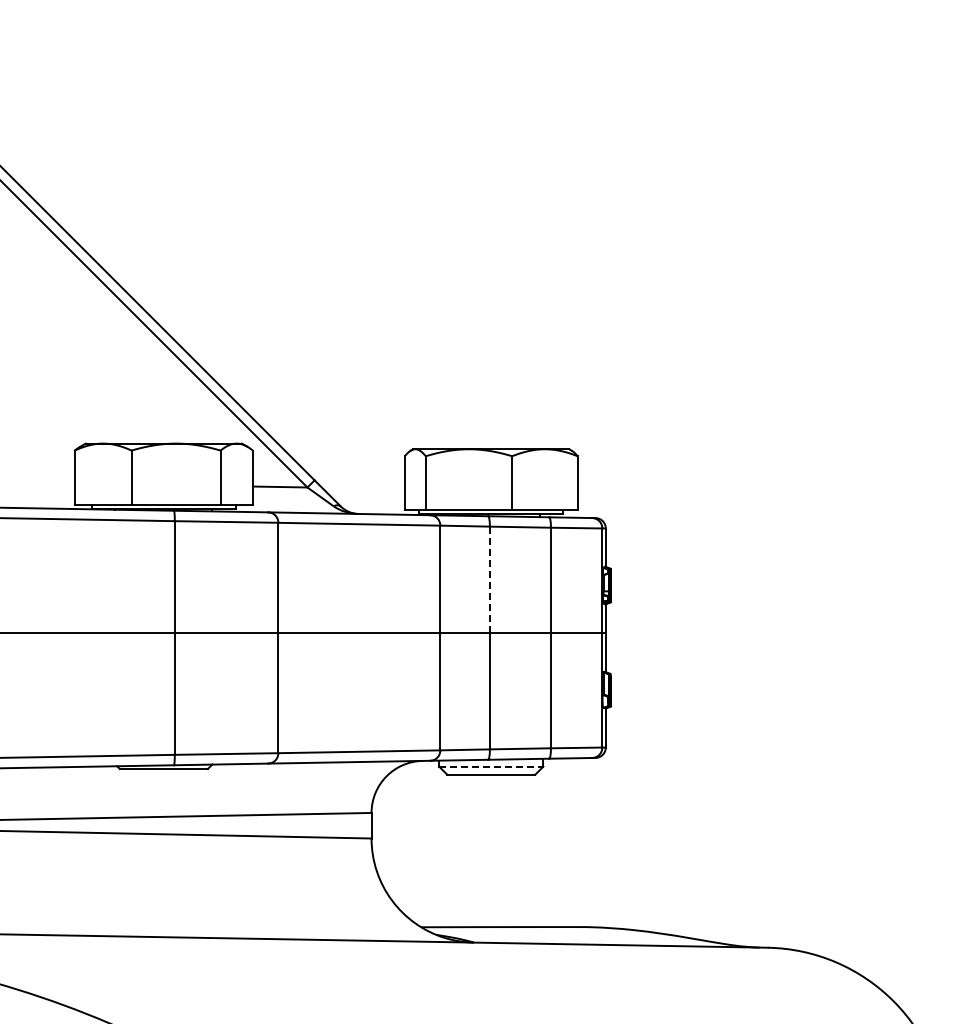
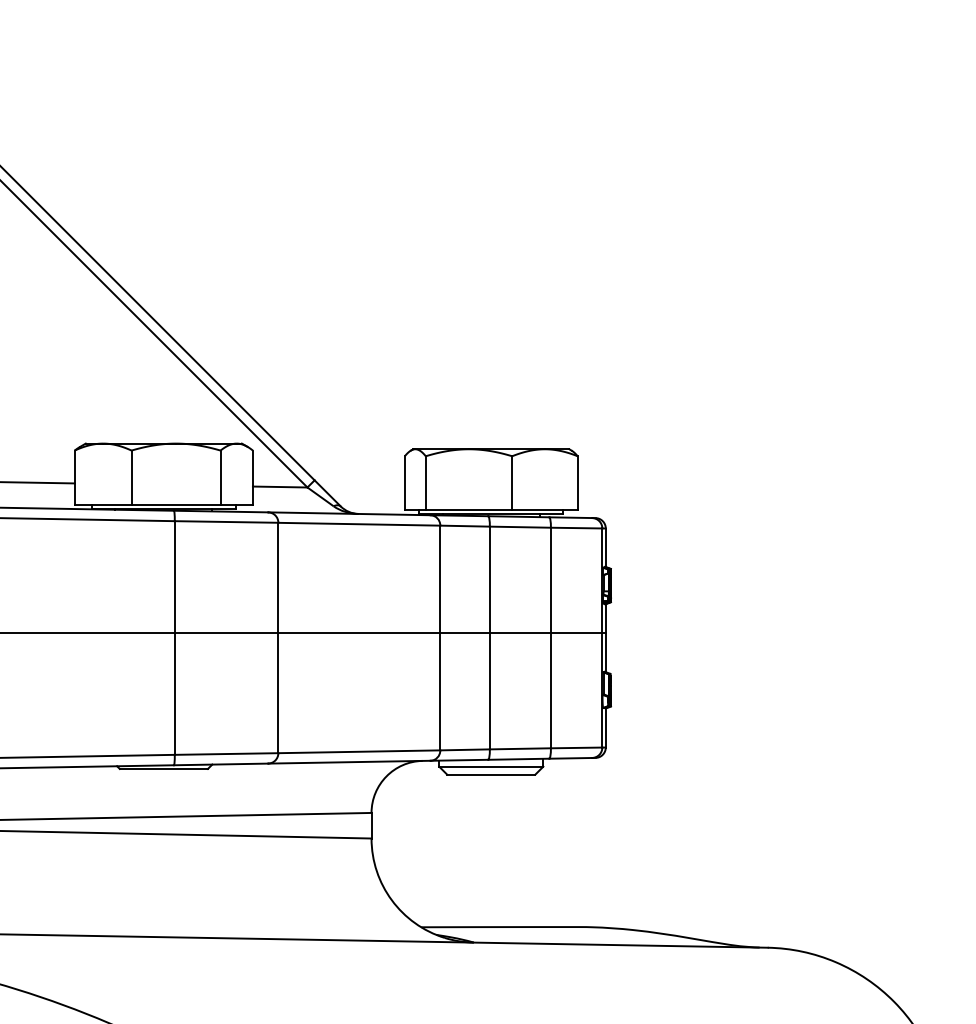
line at (38, 482): none -> present
line at (489, 579): dashed -> solid
line at (491, 766): dashed -> solid
